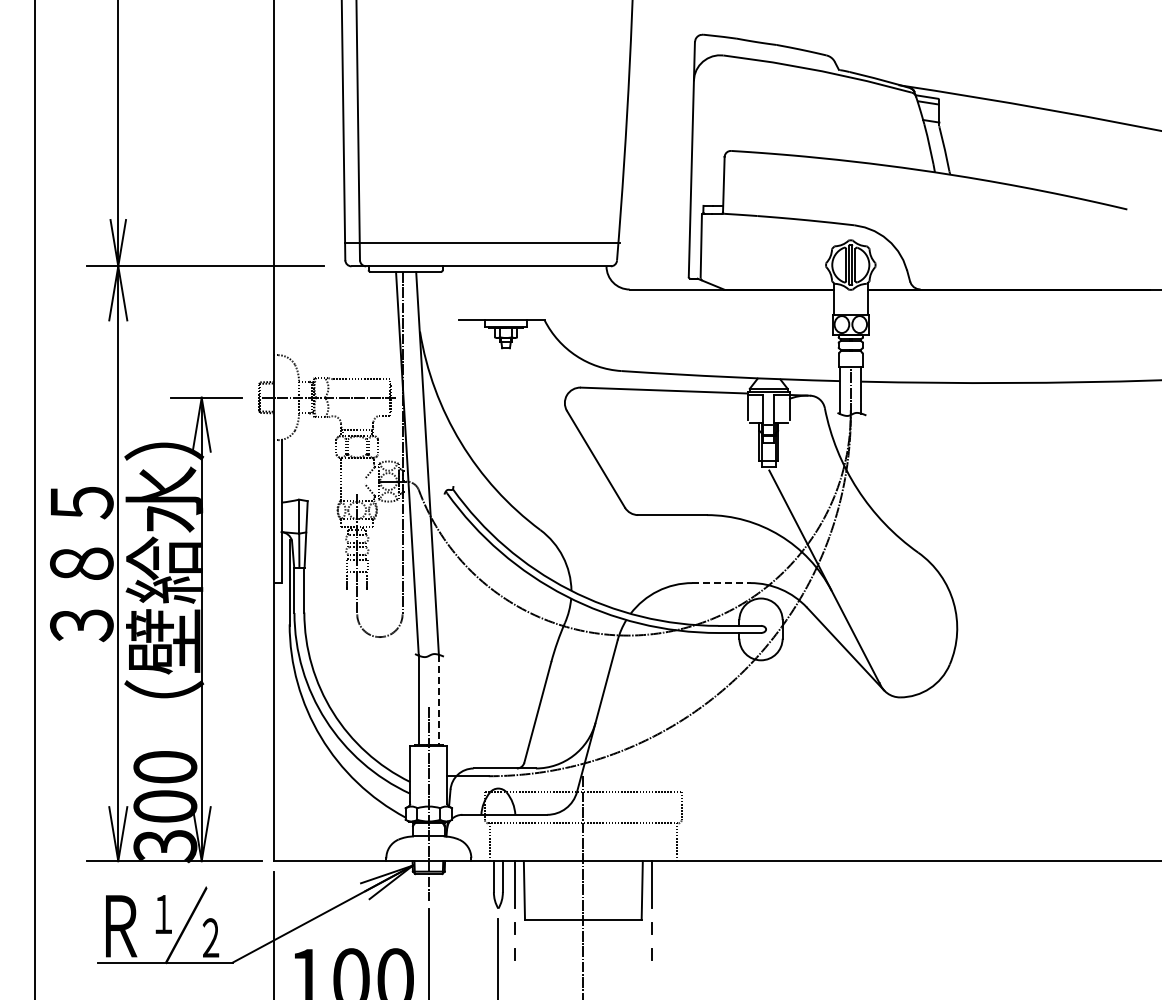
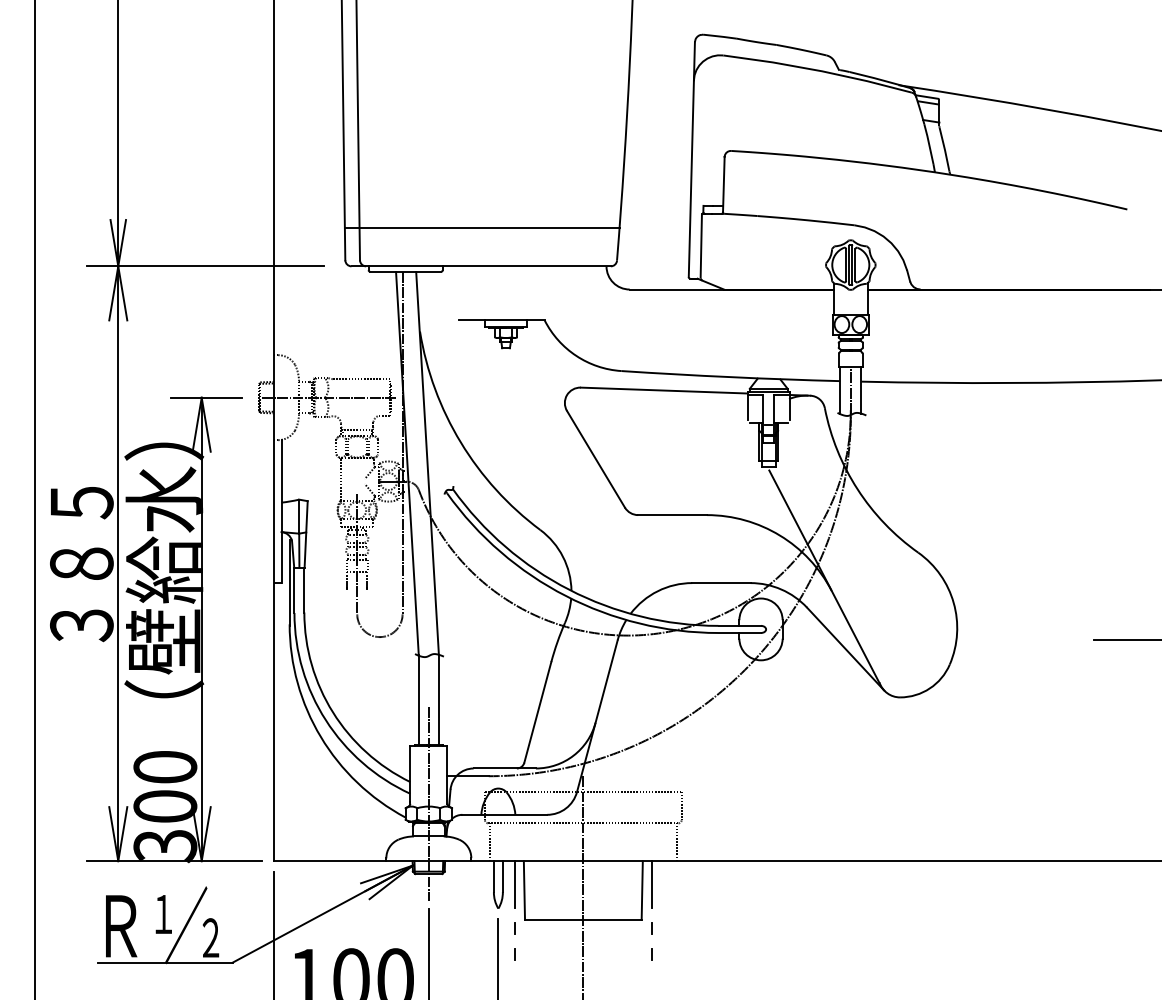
line at (481, 242) position: (481, 242) -> (481, 227)
line at (721, 583): dashed -> solid
line at (1126, 640): none -> present
line at (438, 700): dashed -> solid
